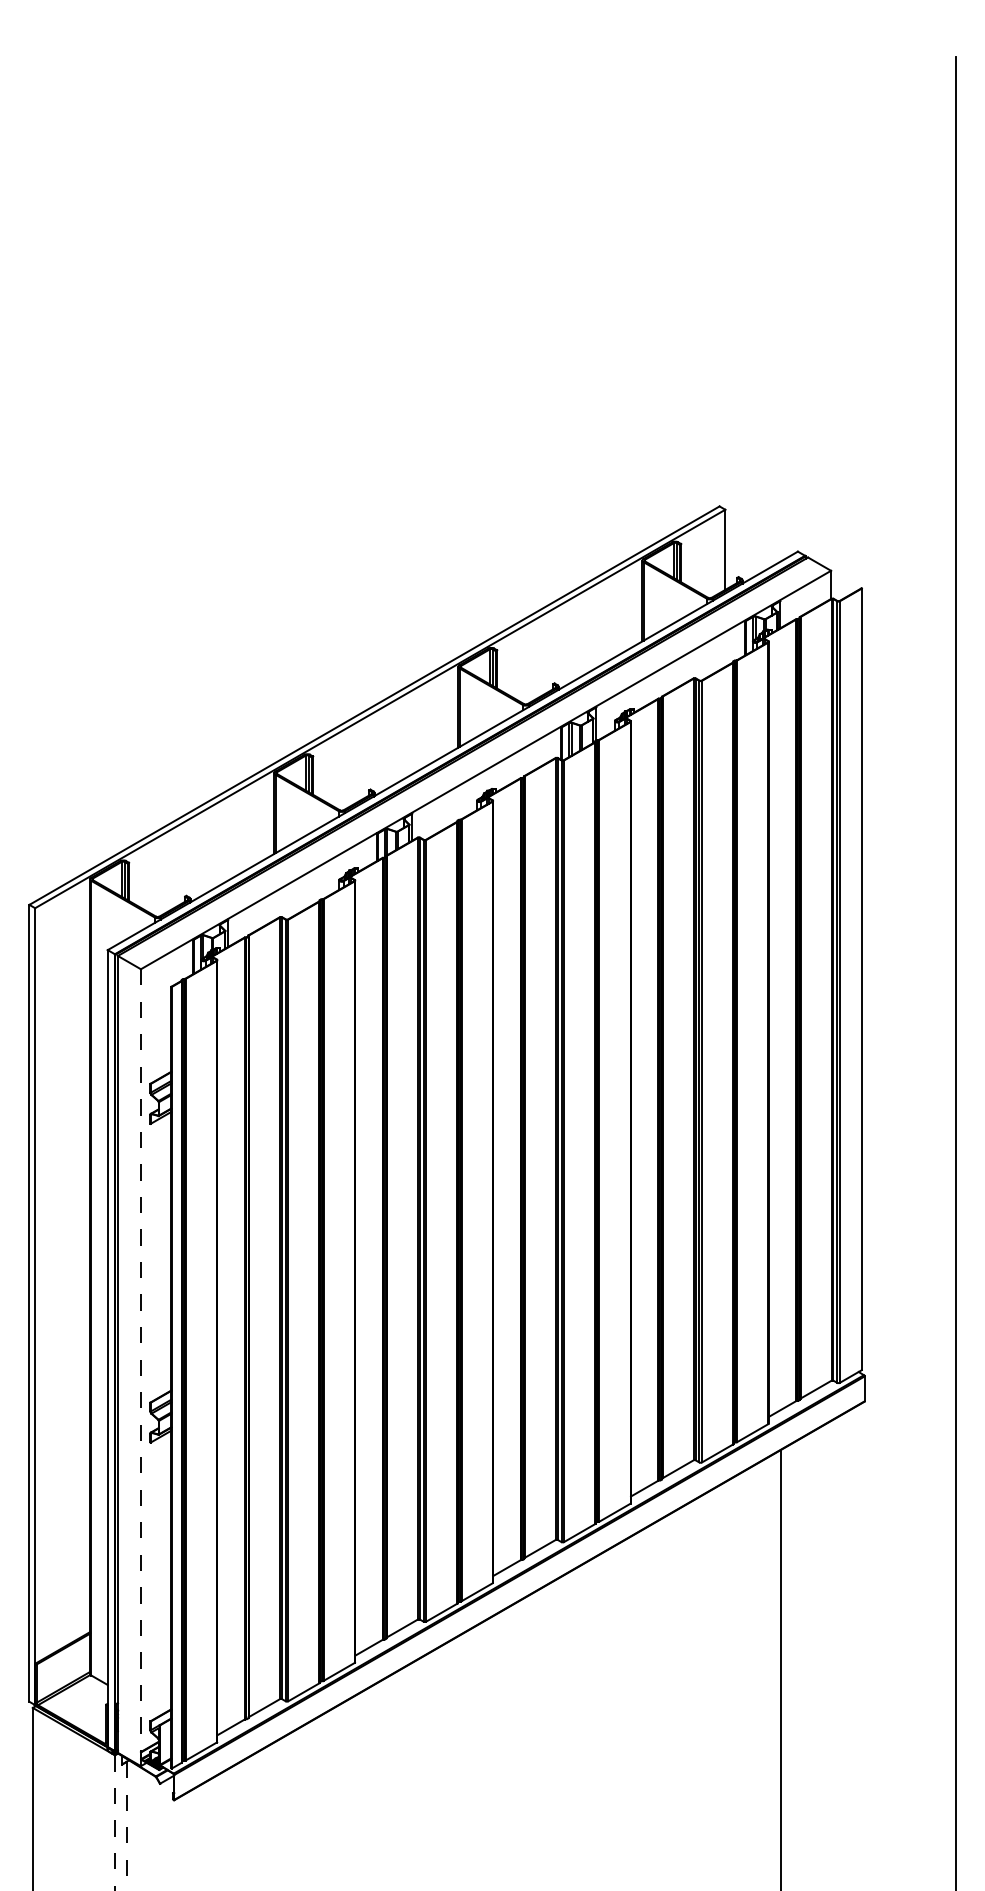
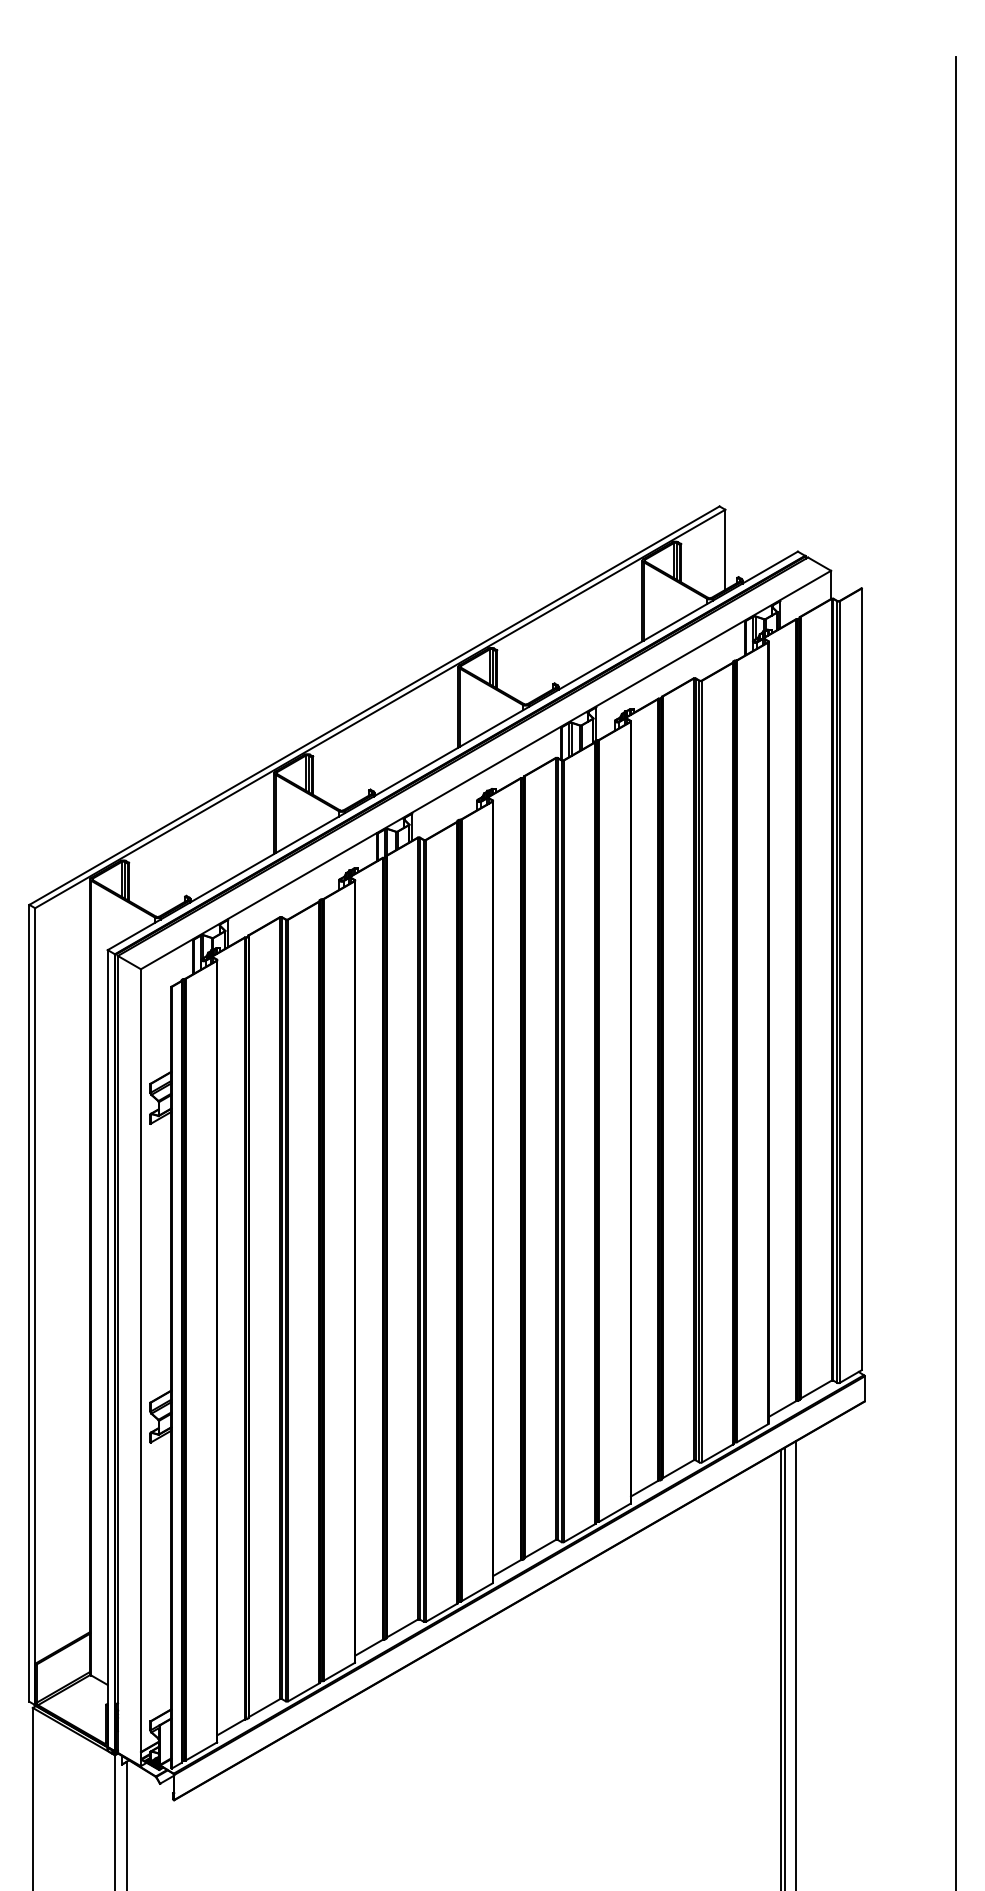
line at (140, 1367): dashed -> solid
line at (796, 1664): none -> present
line at (784, 1667): none -> present
line at (115, 1823): dashed -> solid
line at (126, 1826): dashed -> solid
